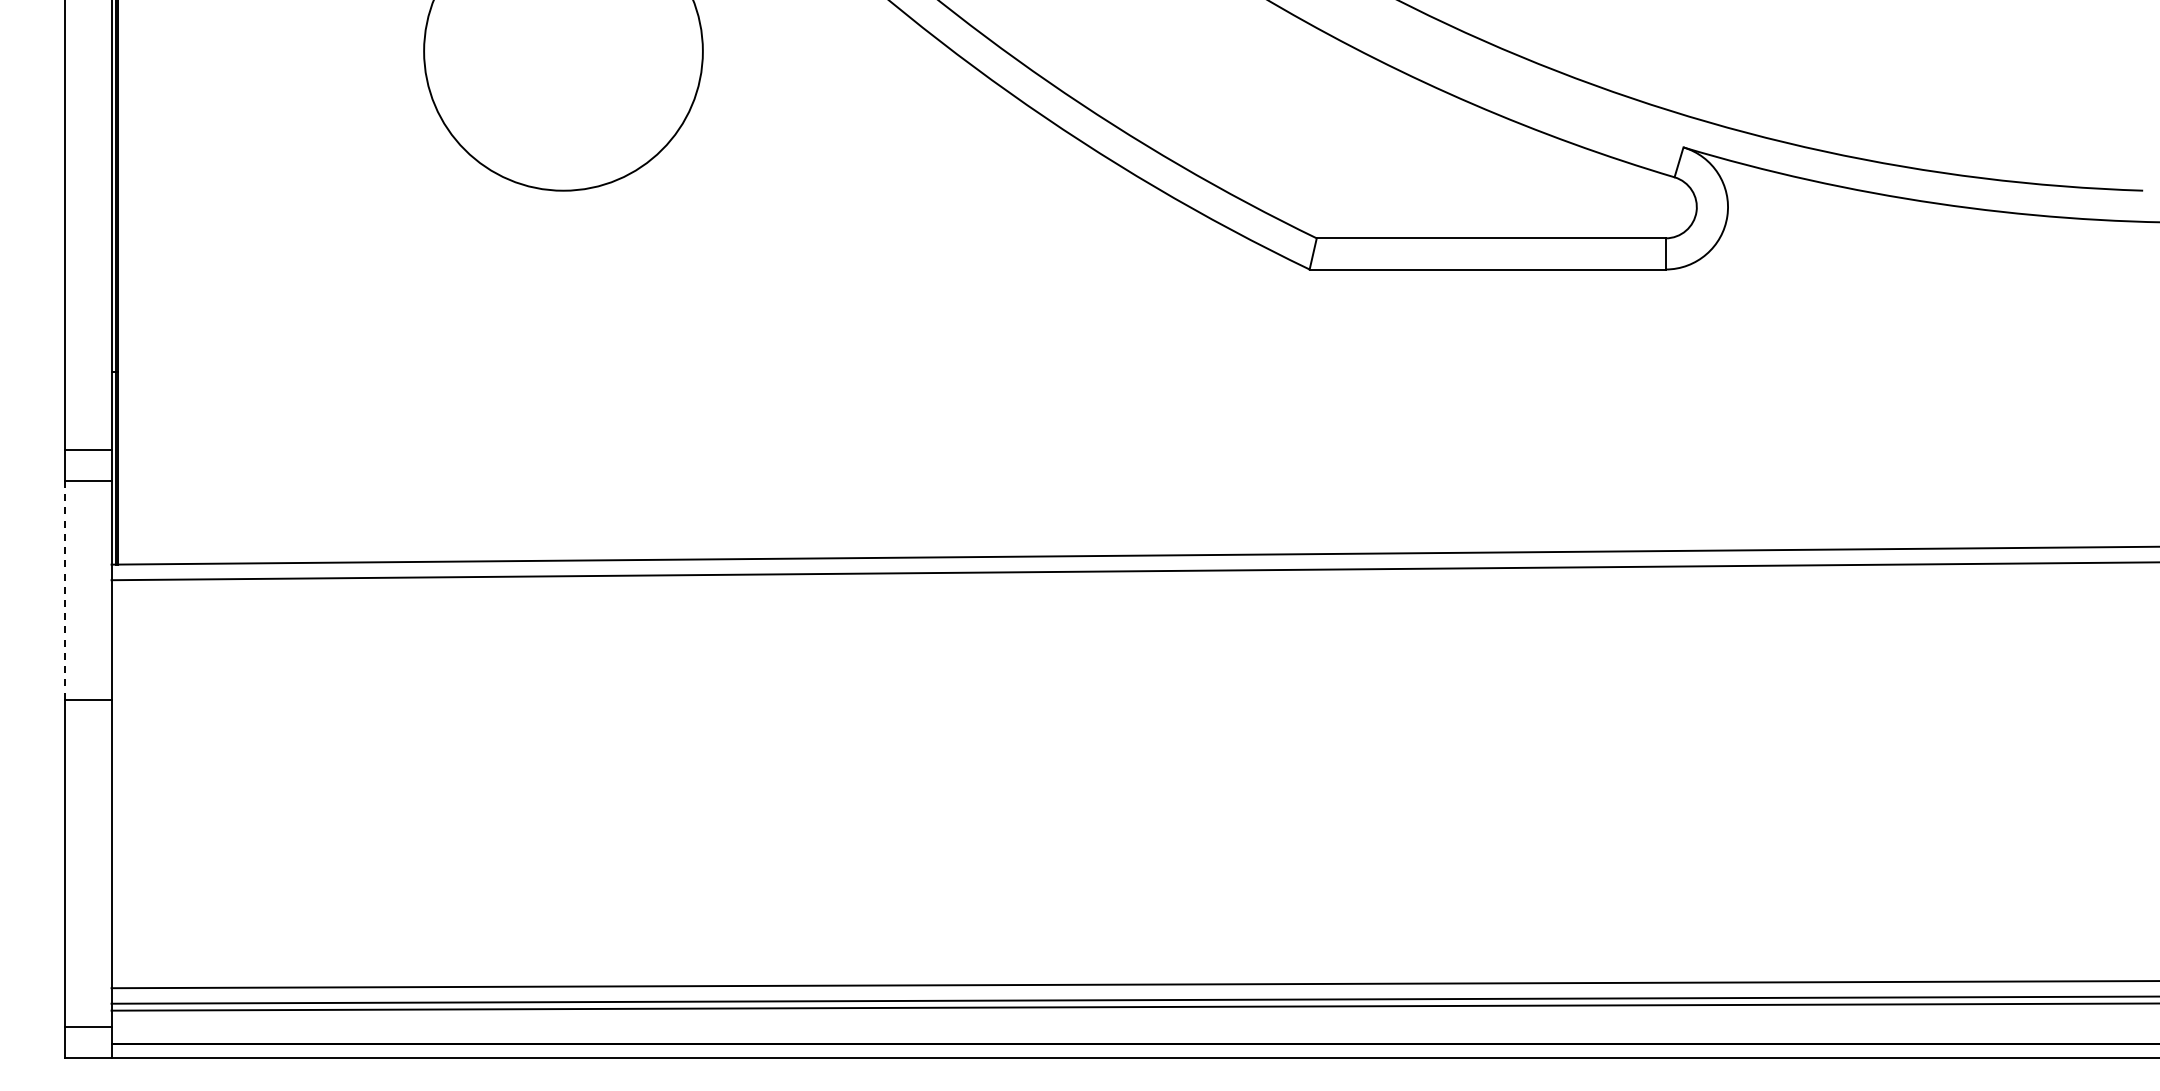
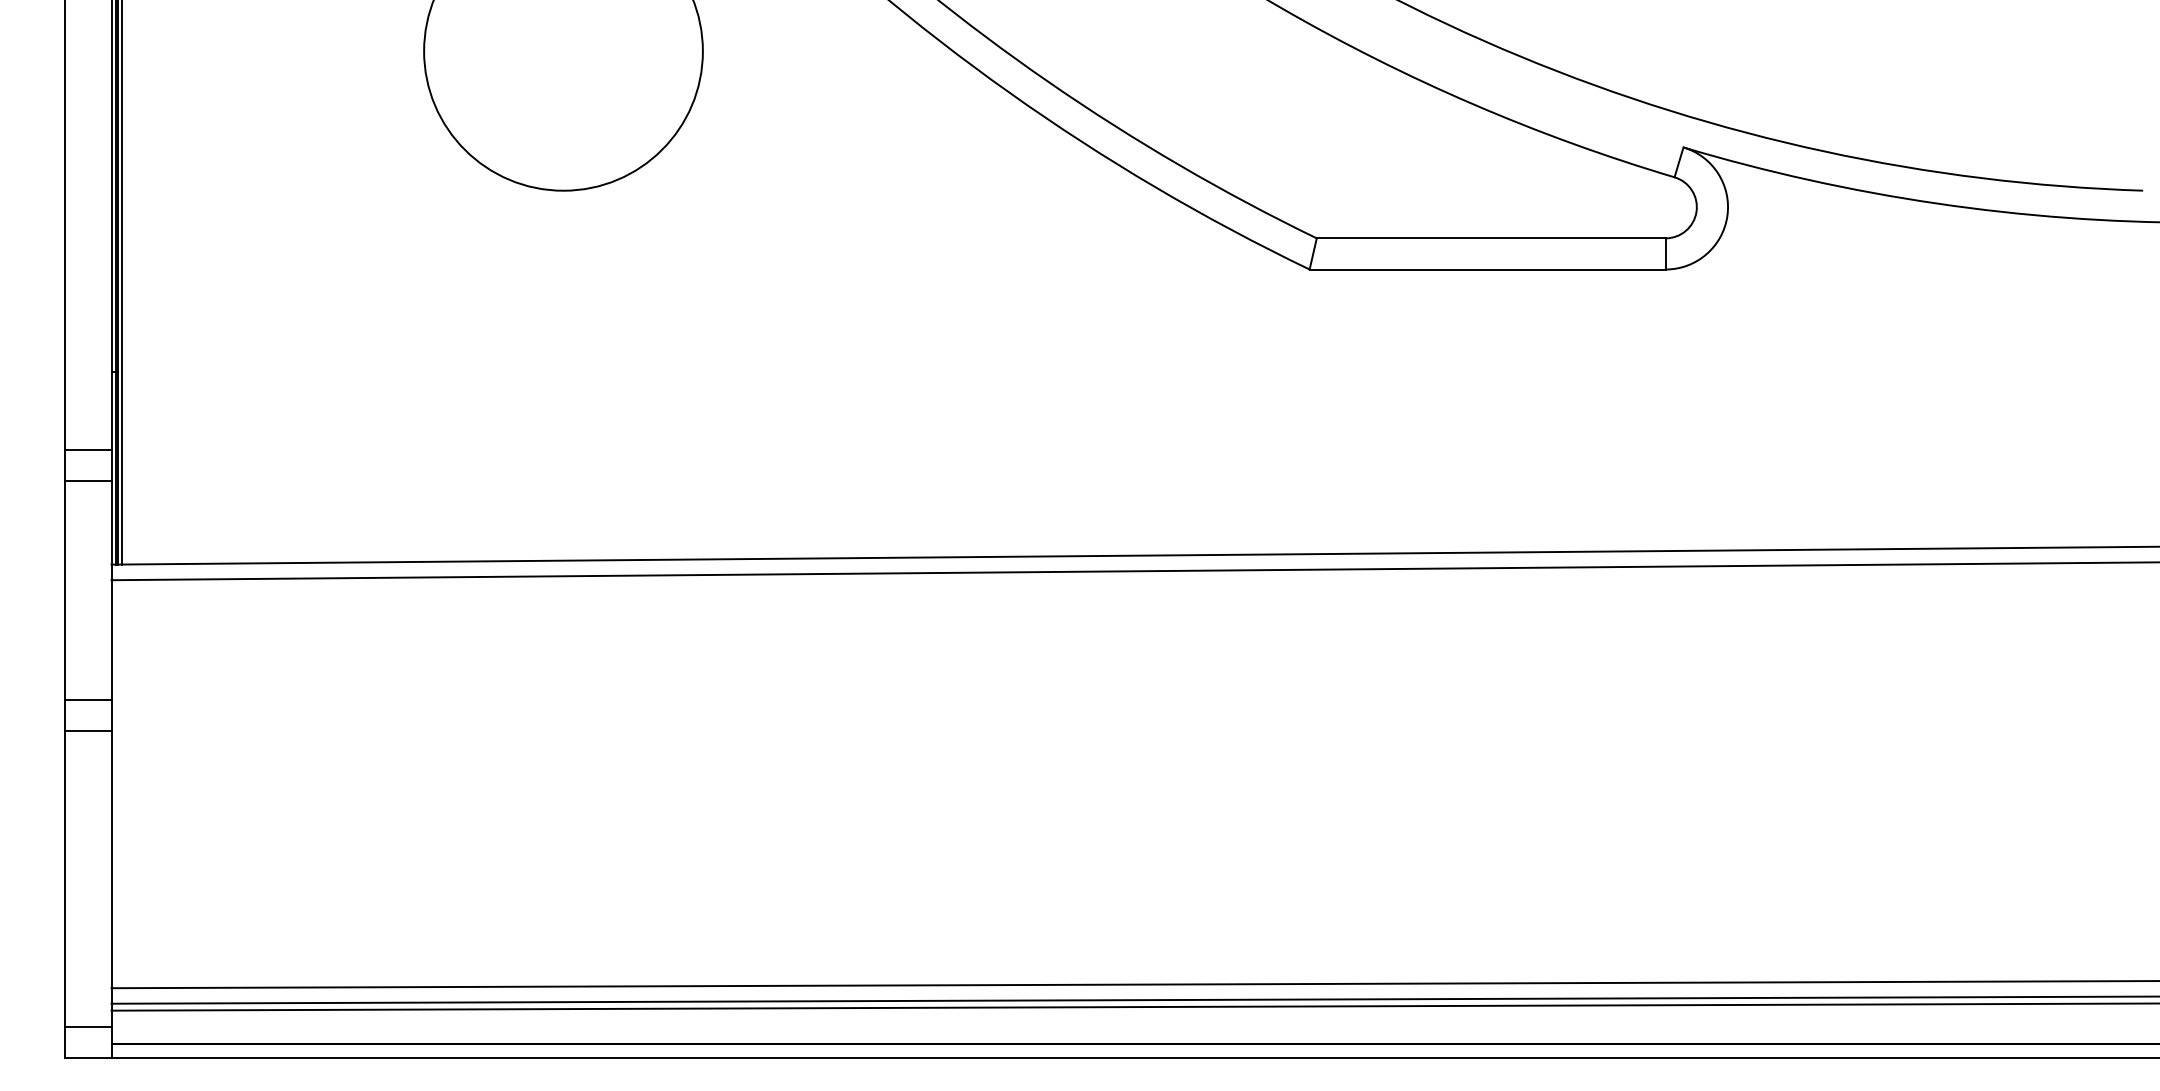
line at (121, 283): none -> present
line at (64, 590): dashed -> solid
line at (87, 730): none -> present
